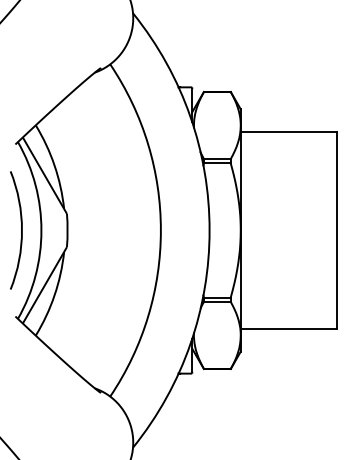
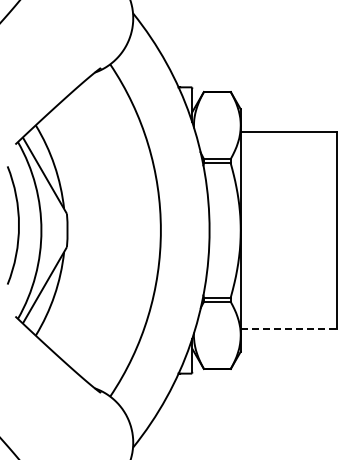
arc at (21, 230) position: (21, 230) -> (18, 225)
line at (288, 328): solid -> dashed
